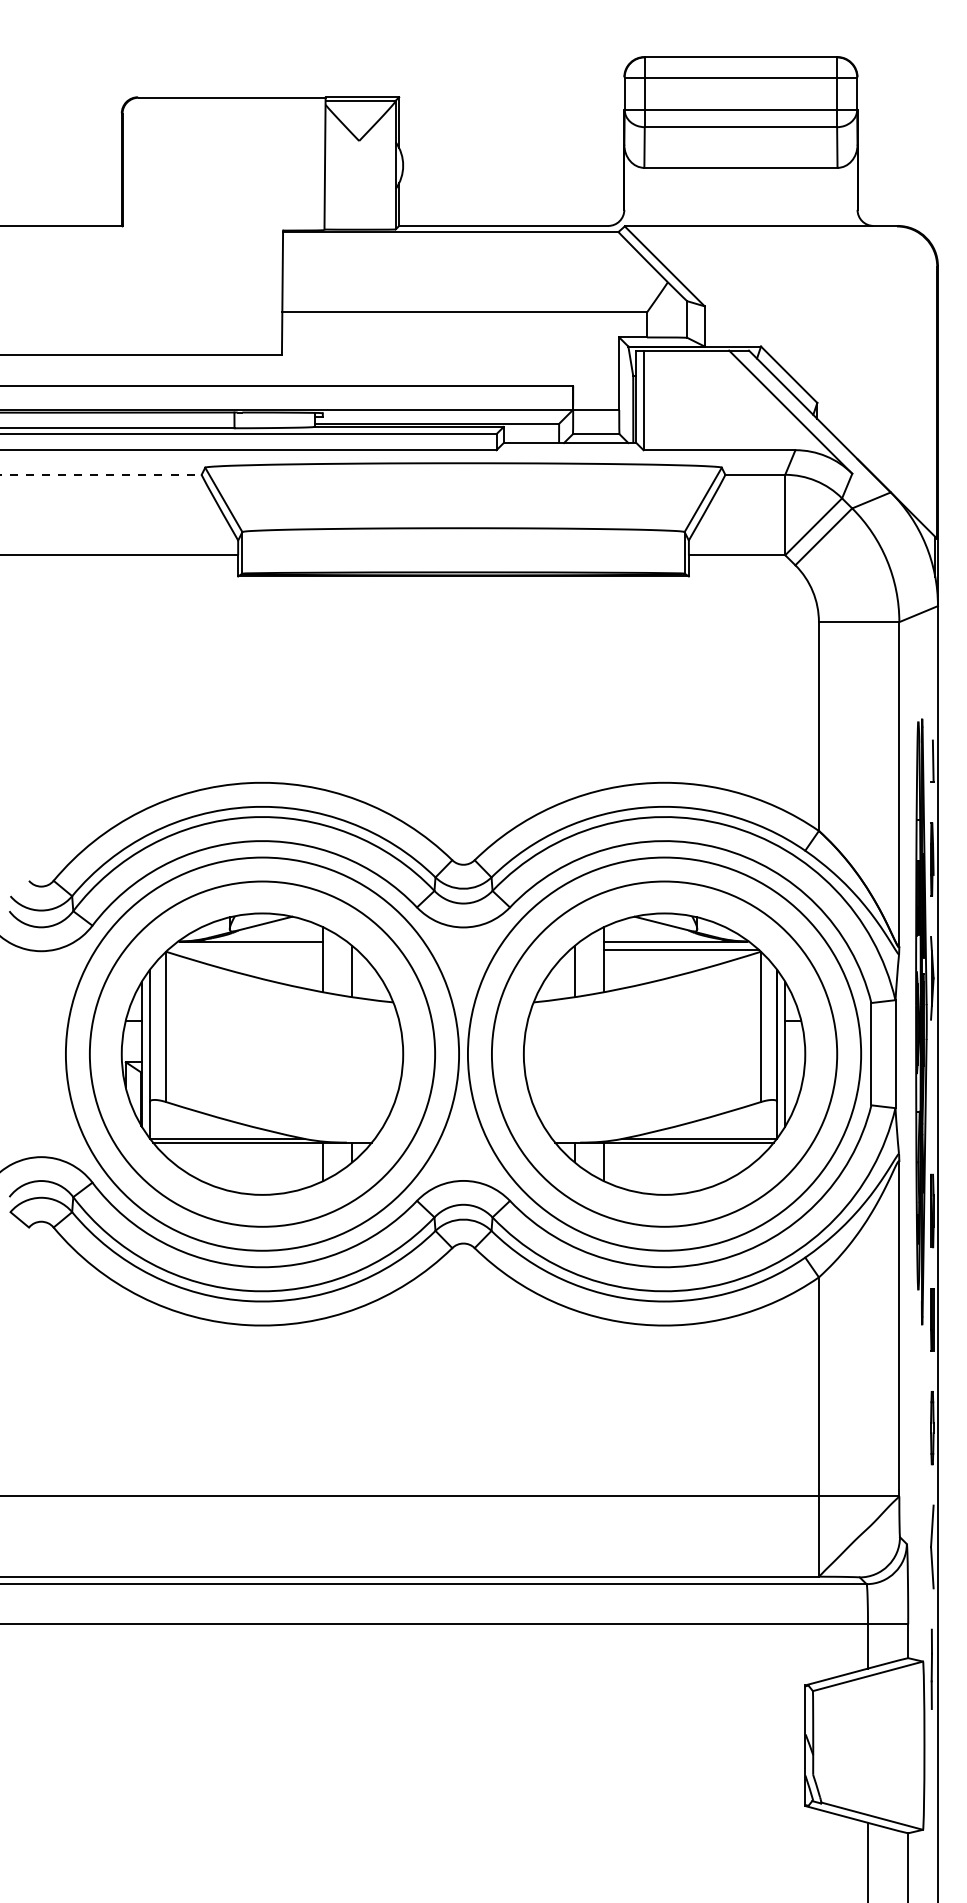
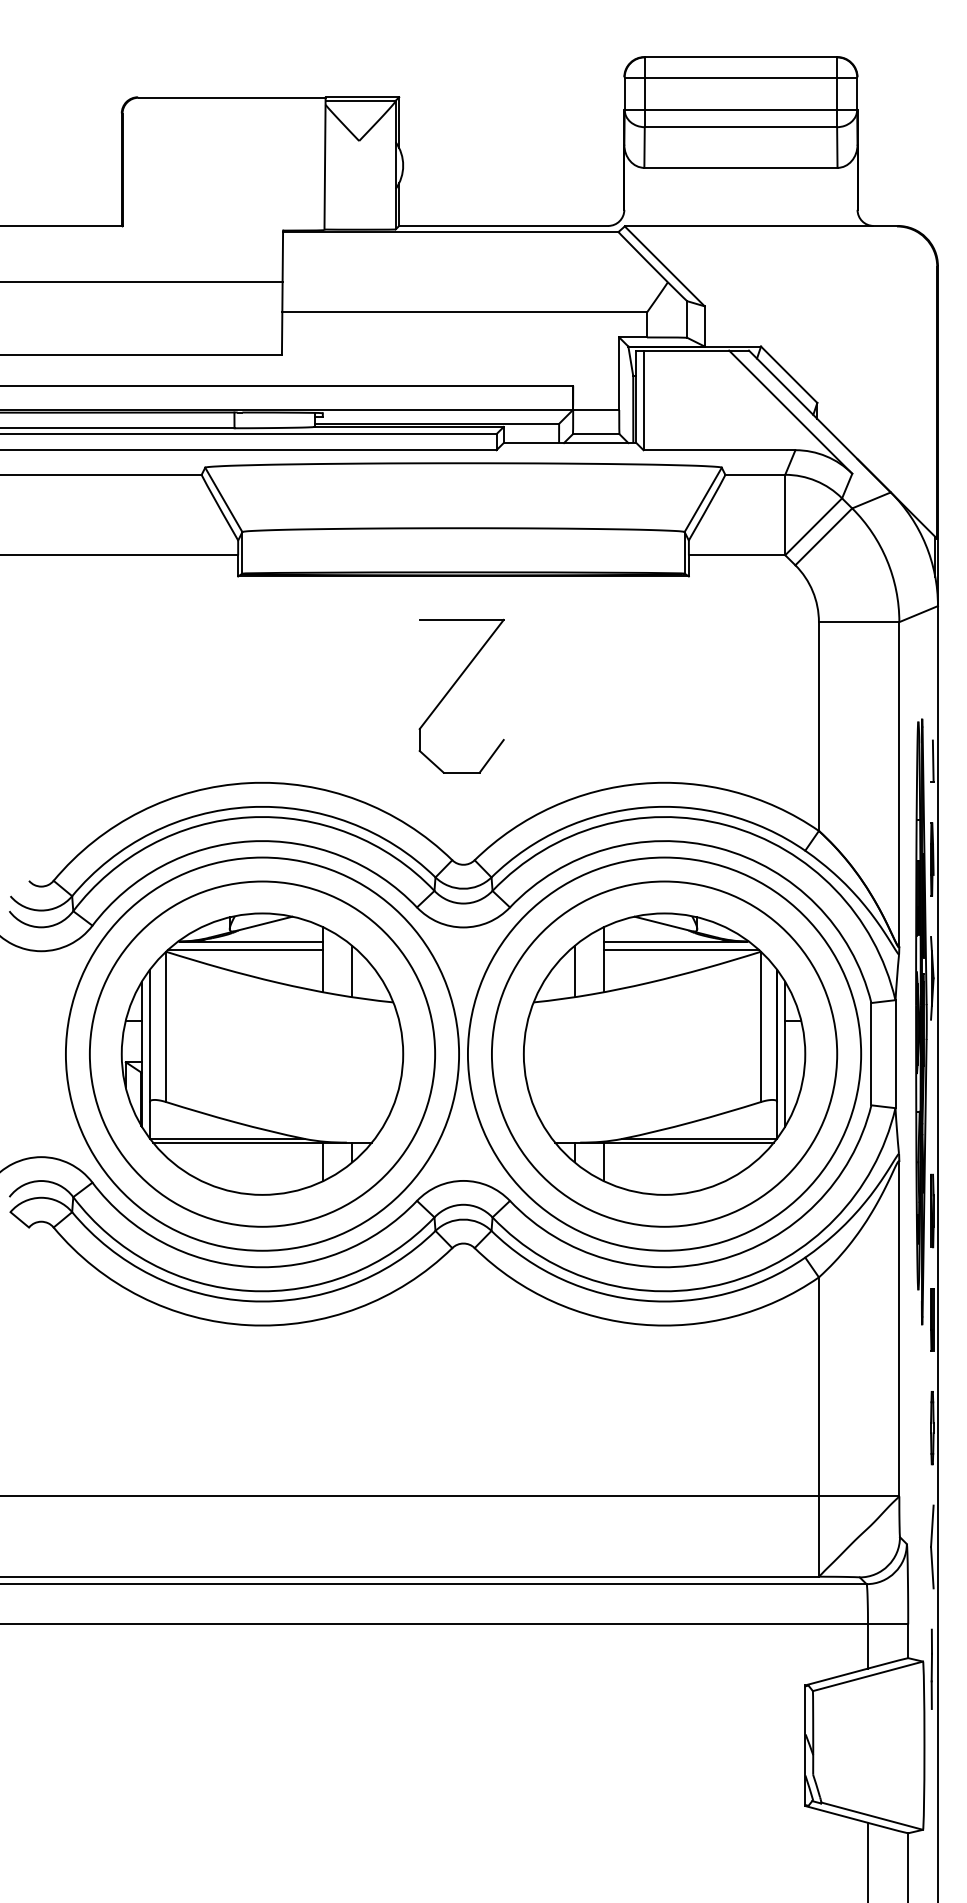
line at (142, 282): none -> present
line at (101, 474): dashed -> solid
part at (452, 688): none -> present
line at (245, 949): none -> present
